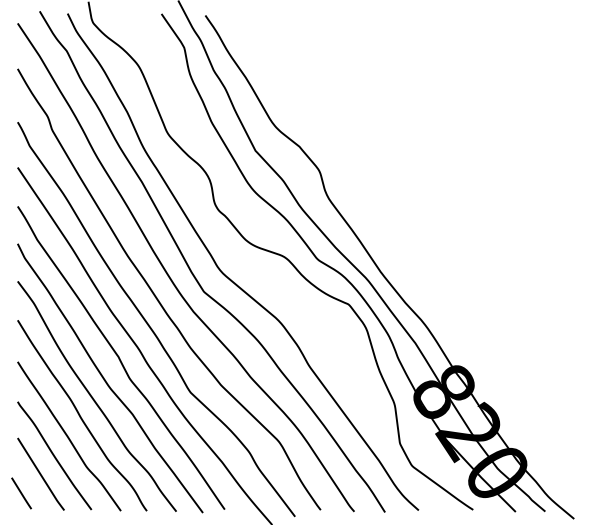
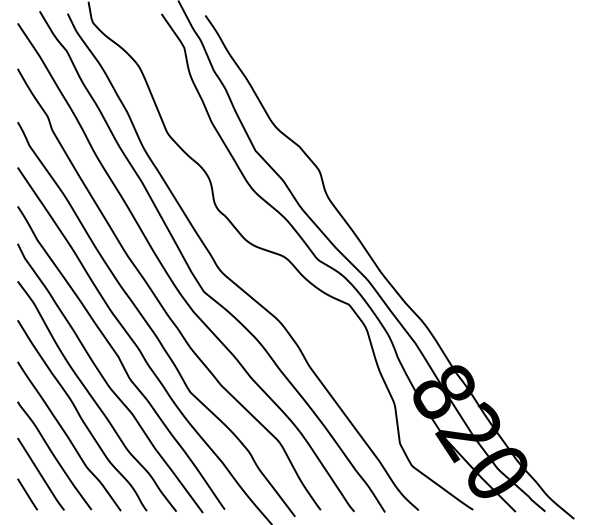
line at (21, 493) position: (21, 493) -> (27, 494)
